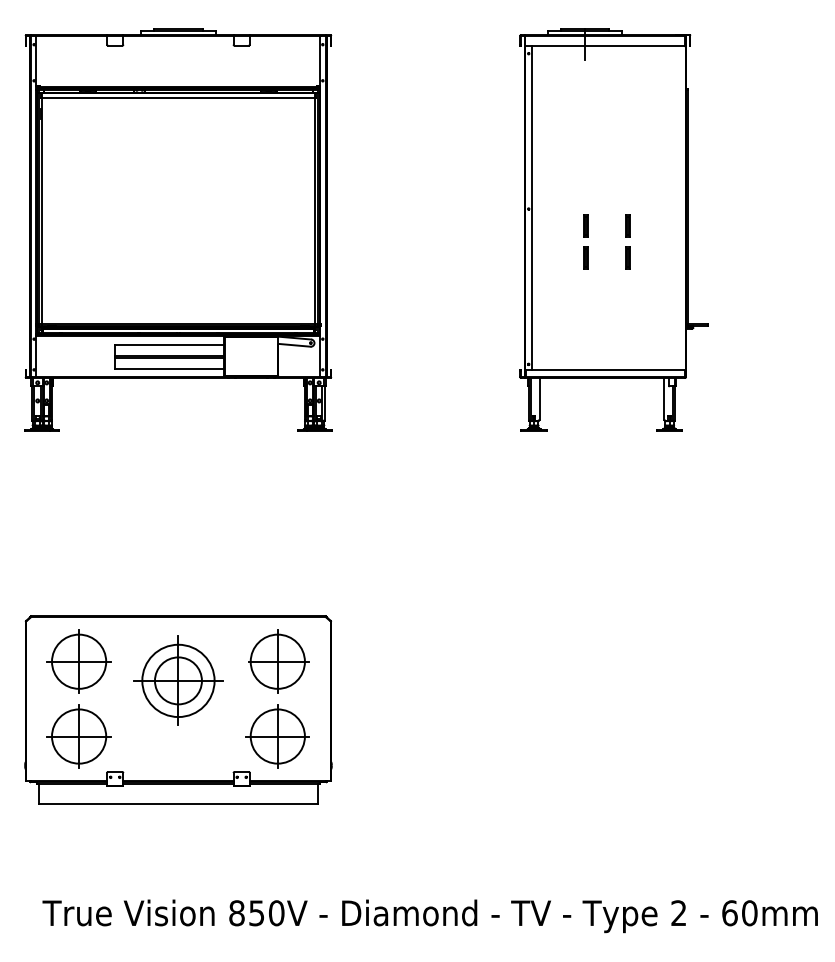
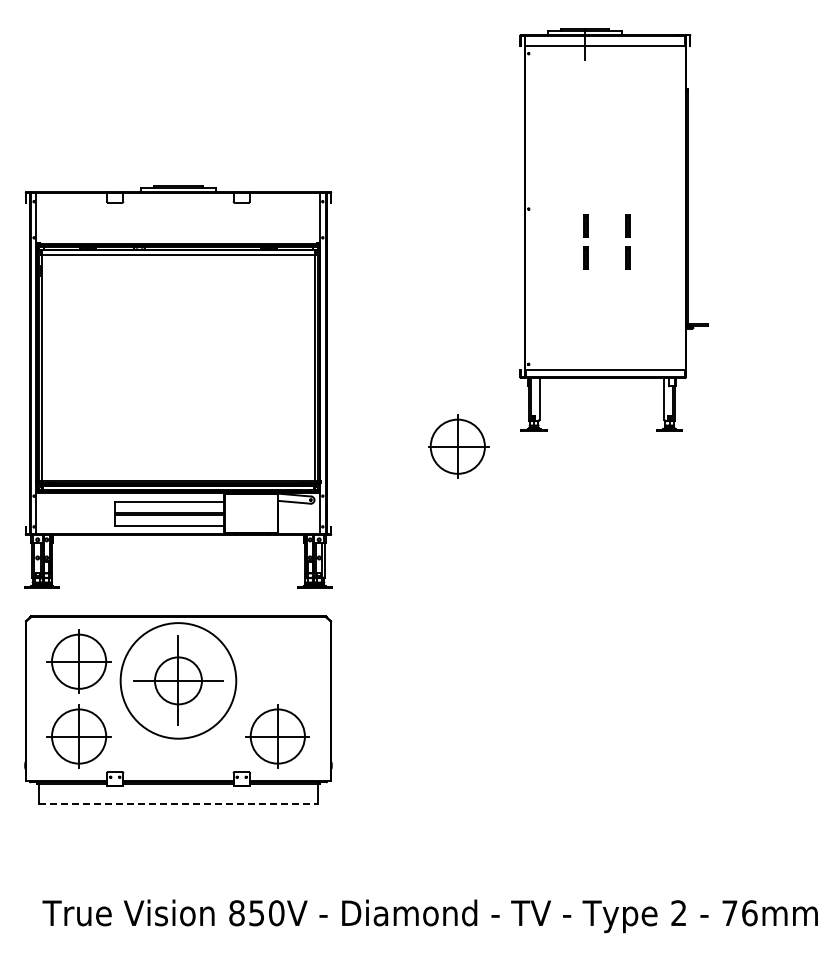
line at (531, 208): present -> none
part at (178, 229) position: (178, 229) -> (178, 386)
part at (278, 661) position: (278, 661) -> (458, 446)
circle at (178, 680) diameter: 72 px -> 116 px
line at (178, 804): solid -> dashed
text at (739, 913): 60mm -> 76mm
